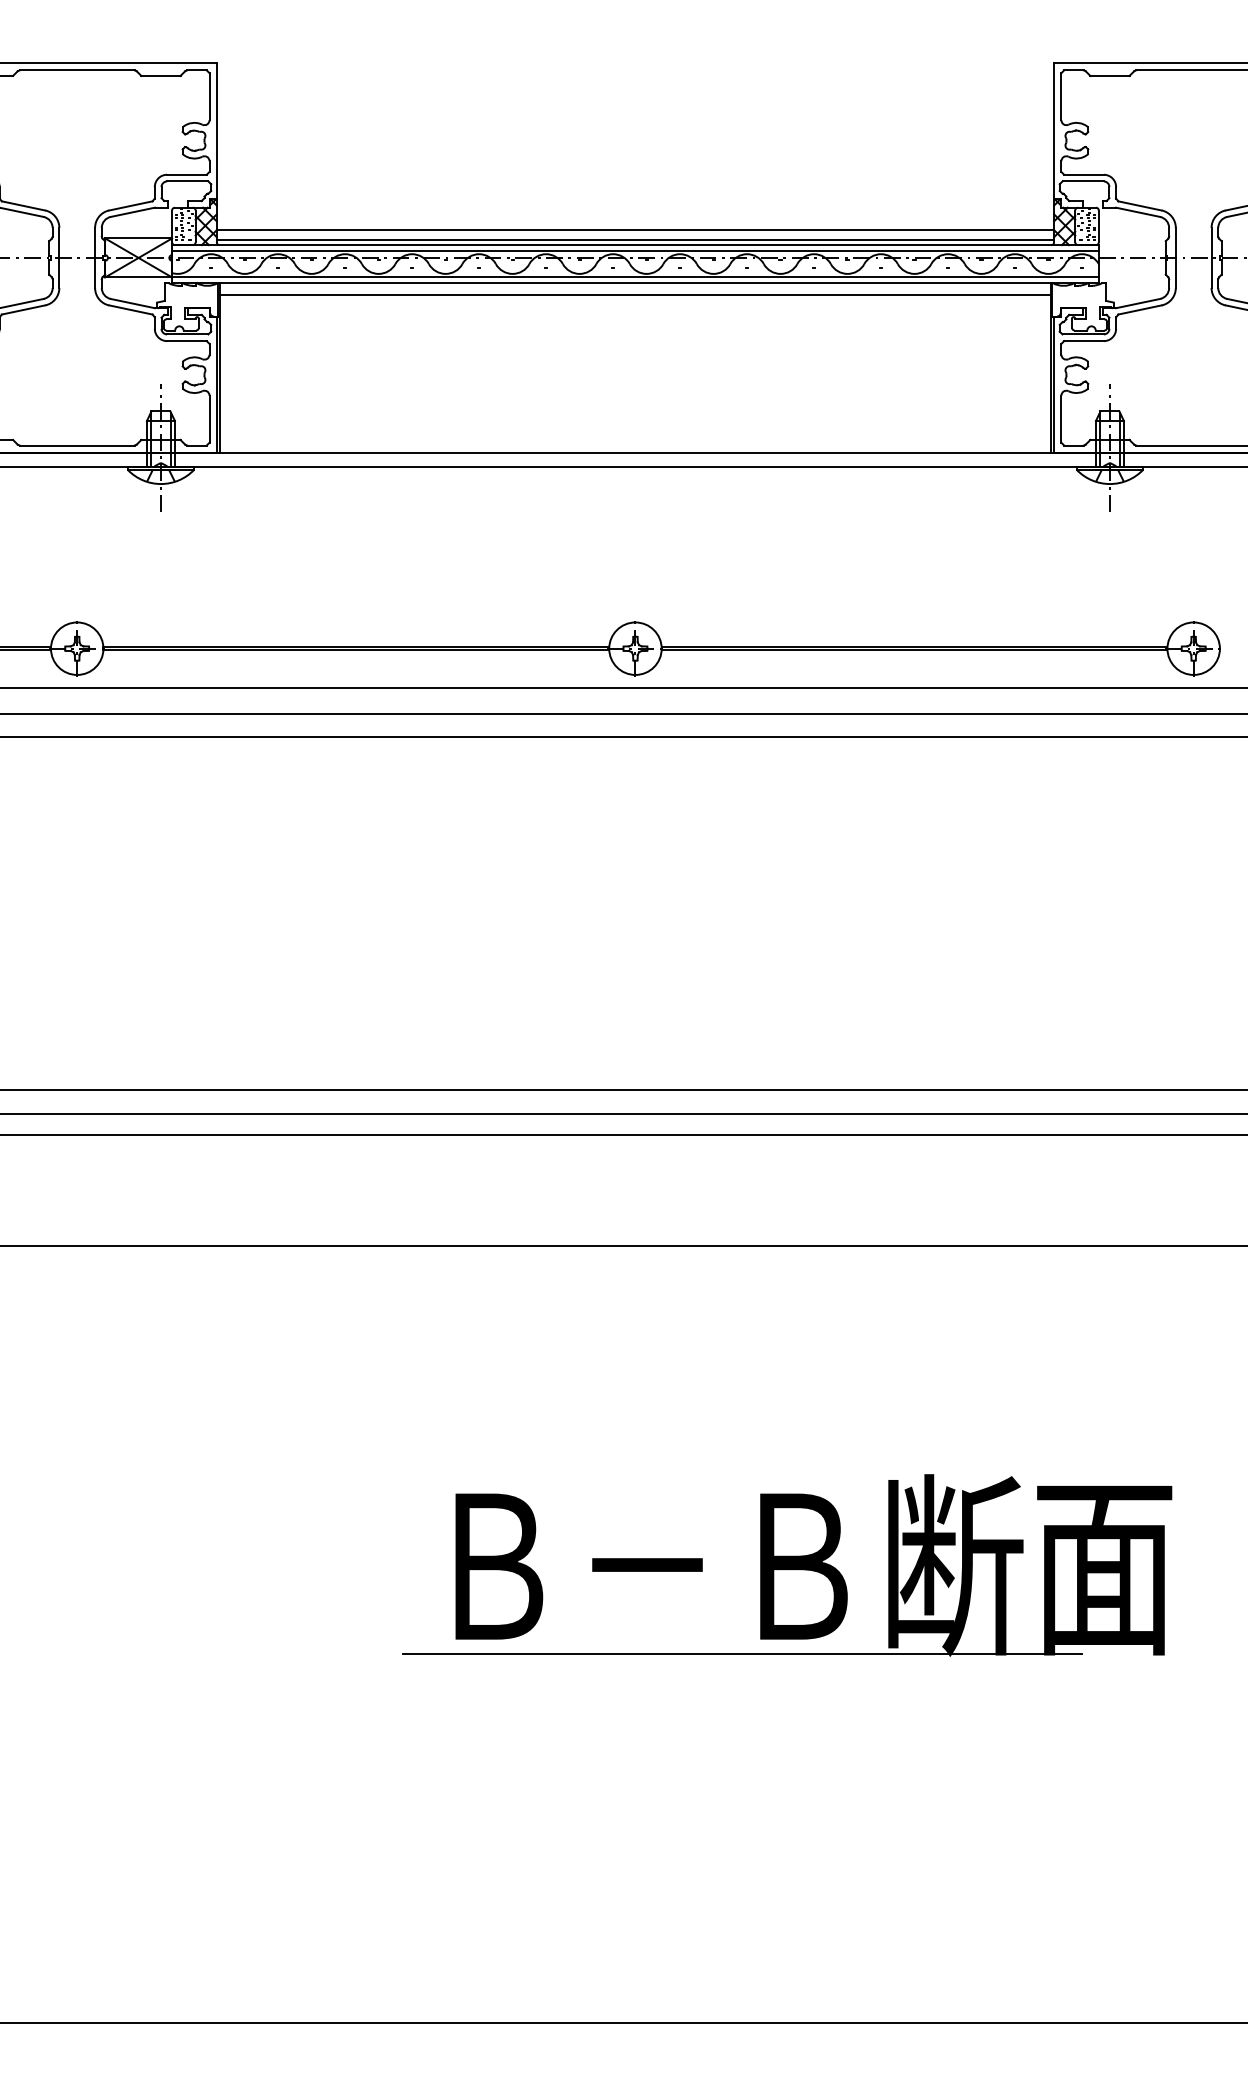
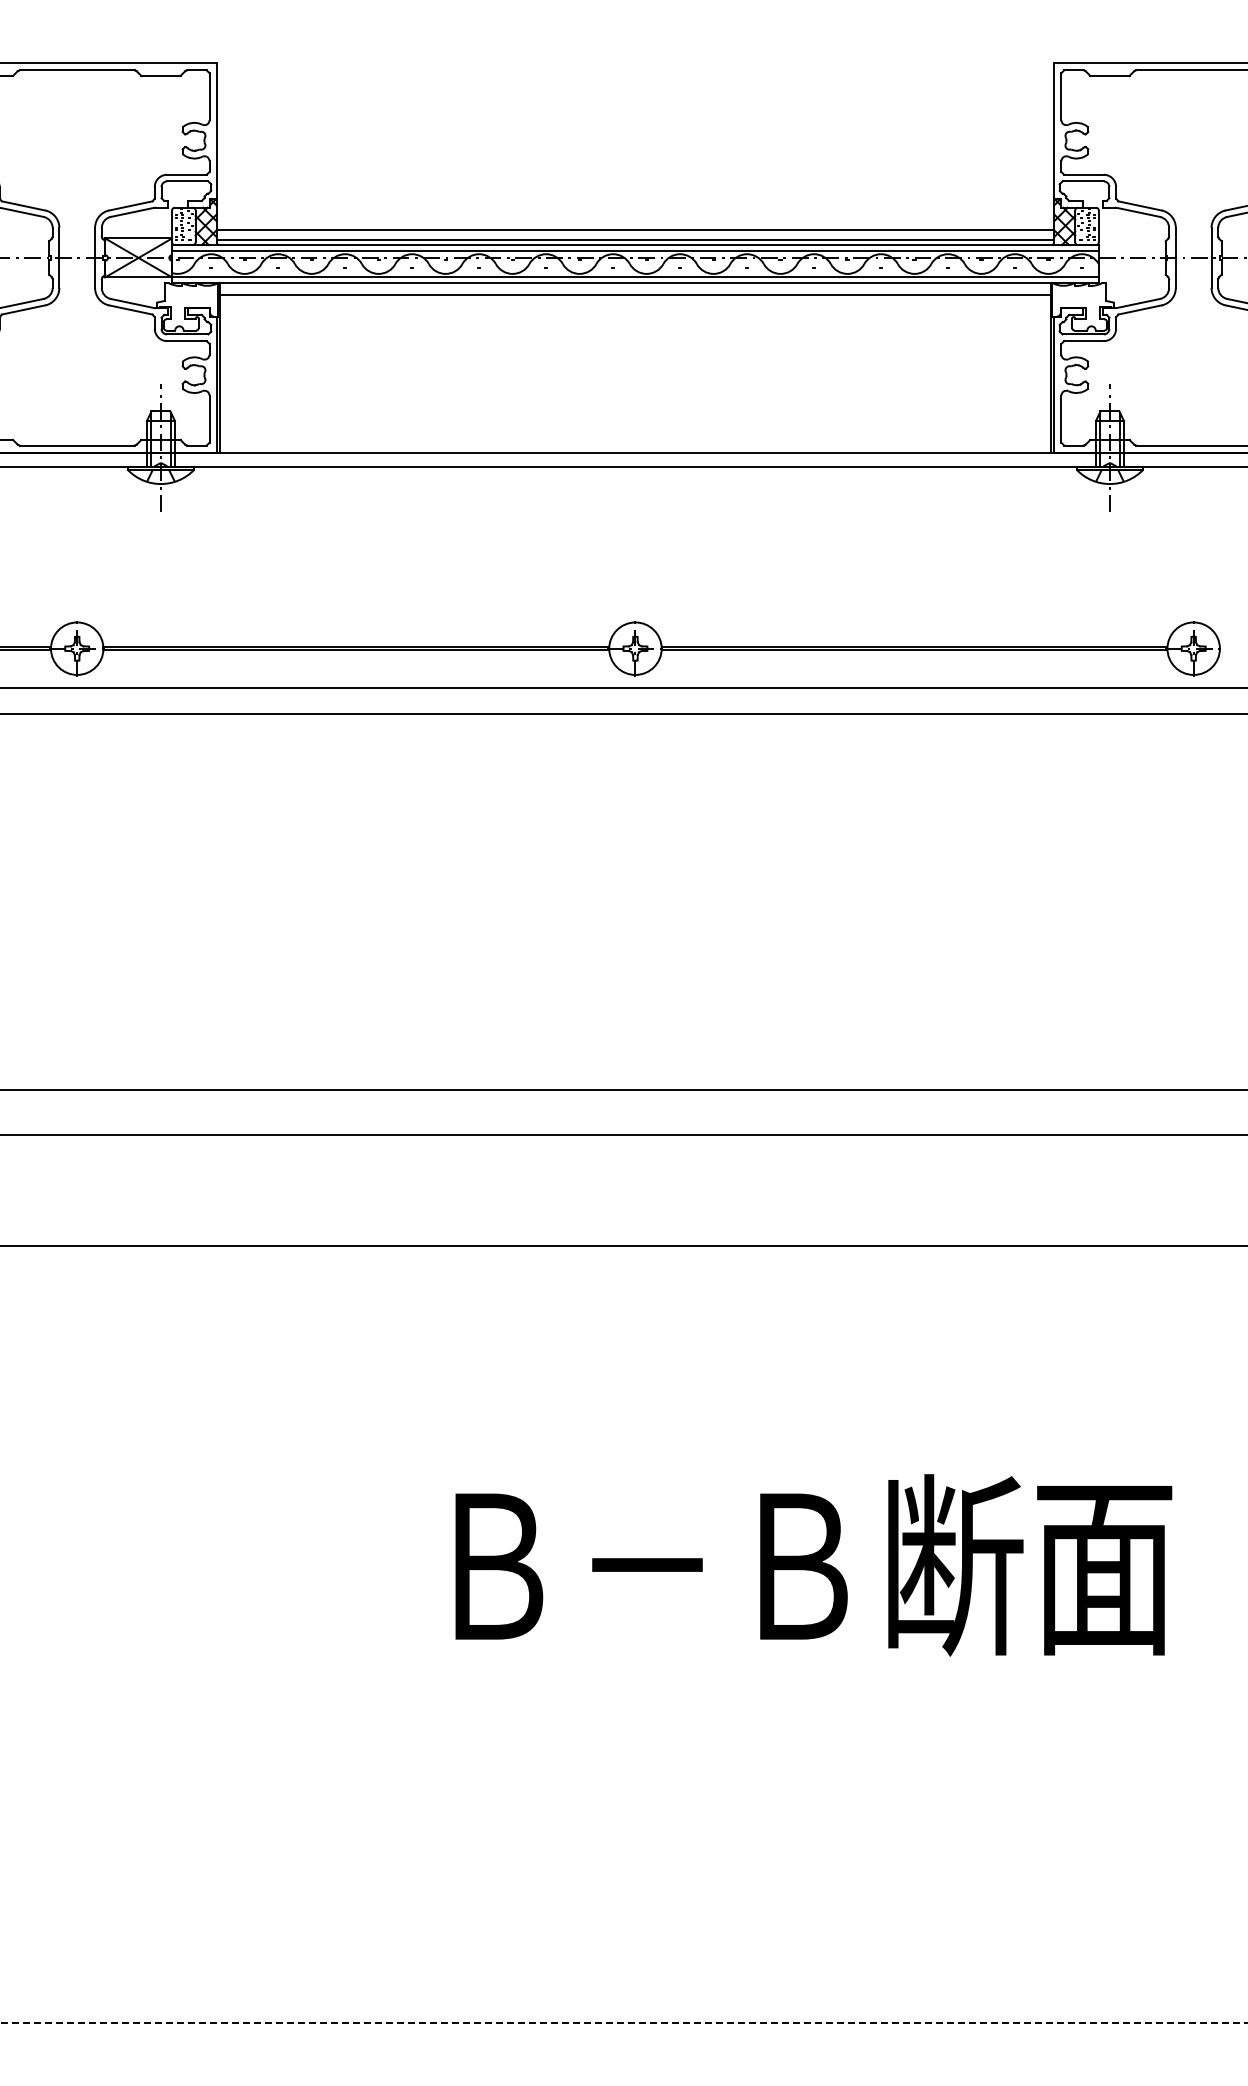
line at (623, 737): present -> none
line at (623, 1114): present -> none
line at (742, 1654): present -> none
line at (623, 2023): solid -> dashed
